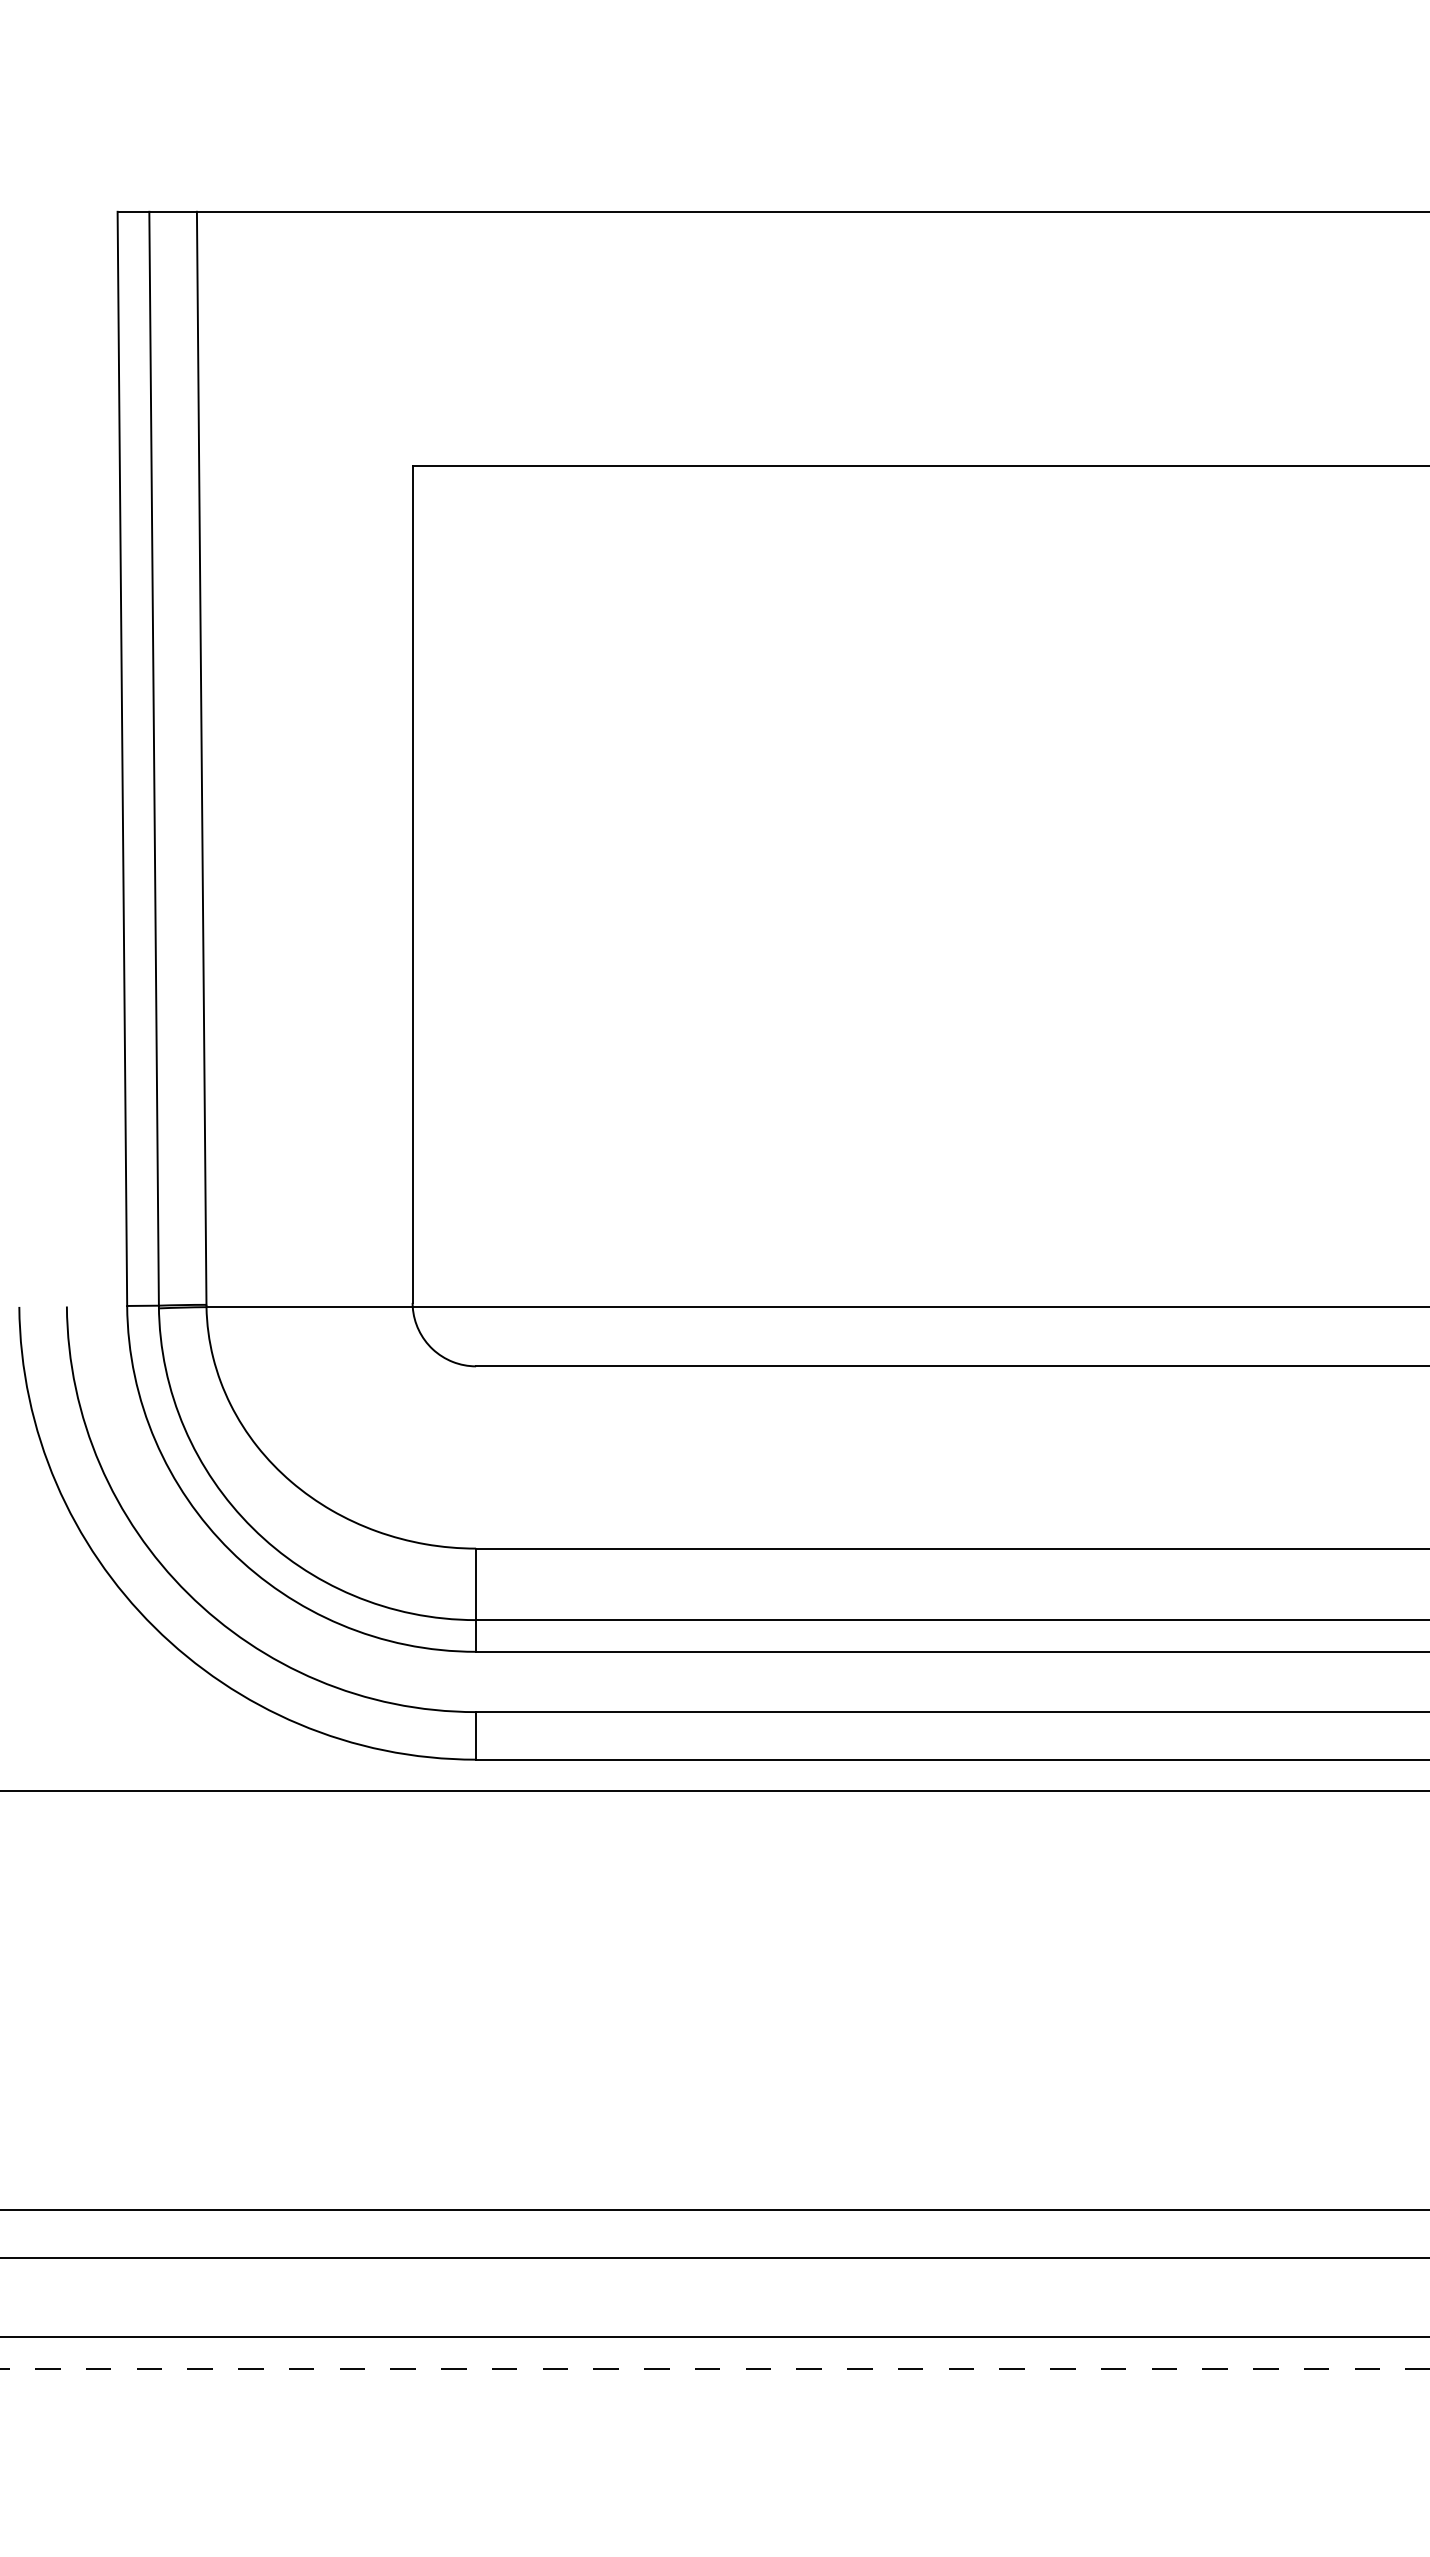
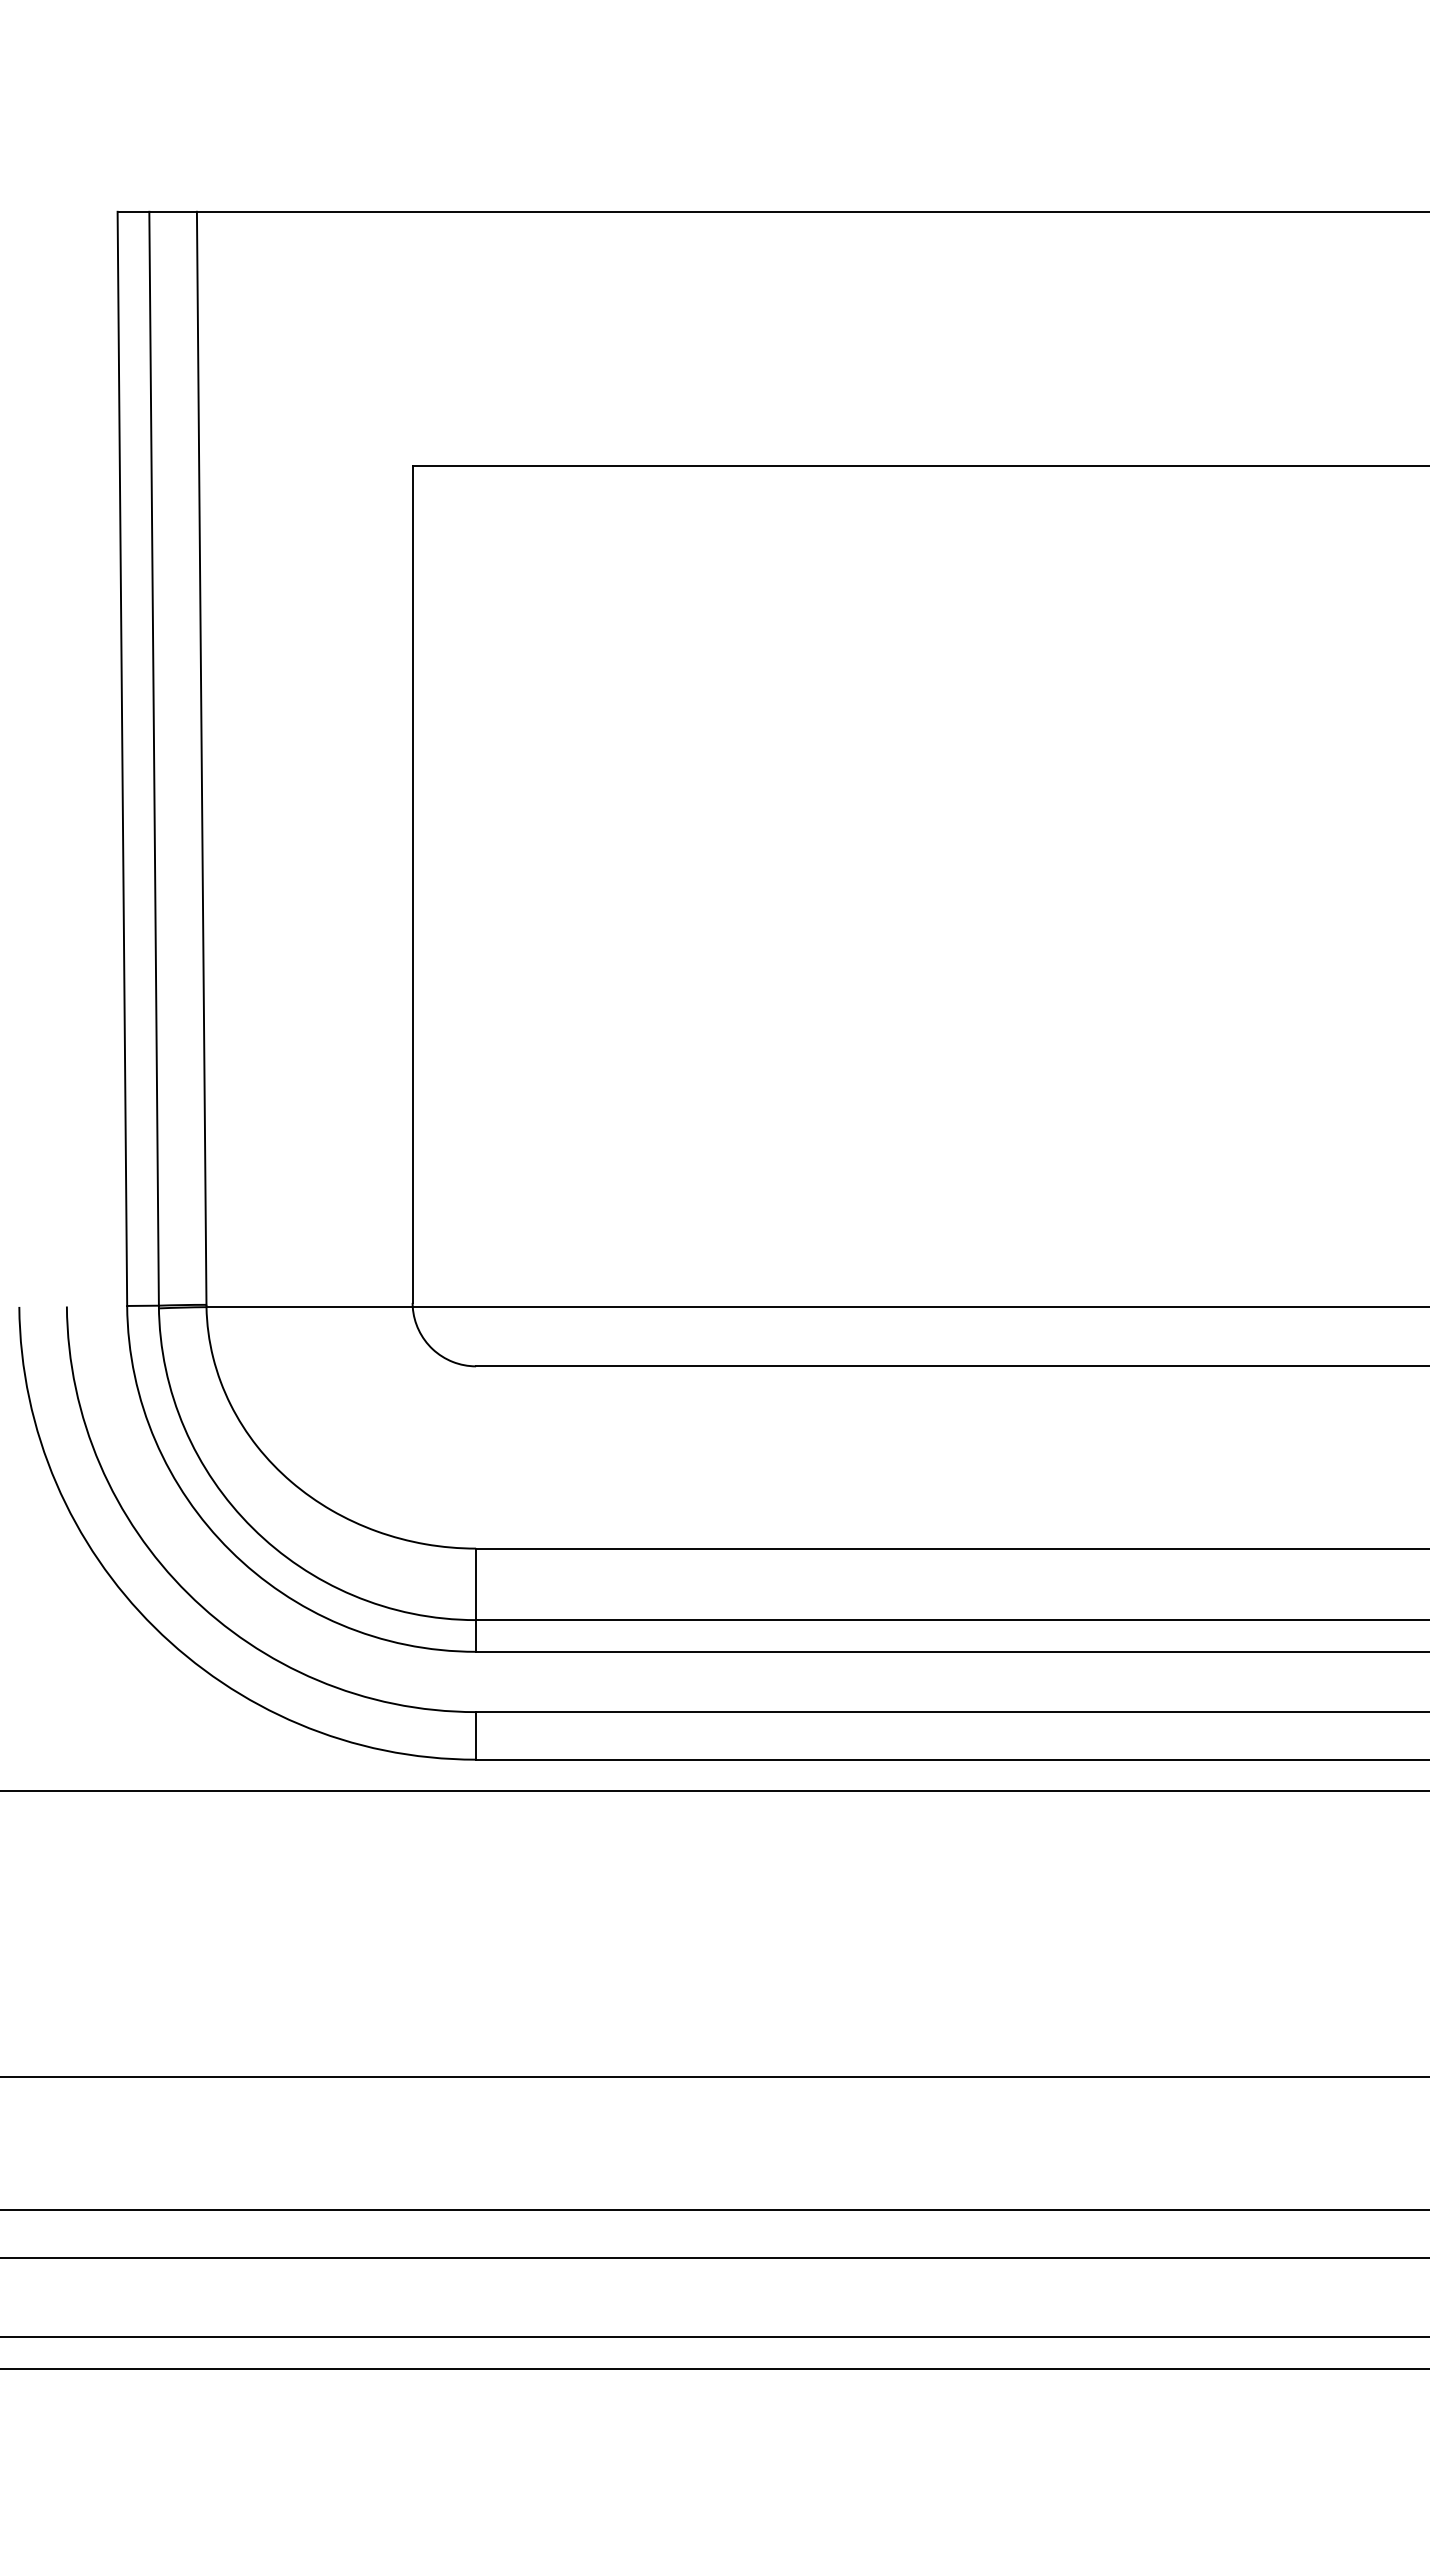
line at (714, 2076): none -> present
line at (714, 2368): dashed -> solid
